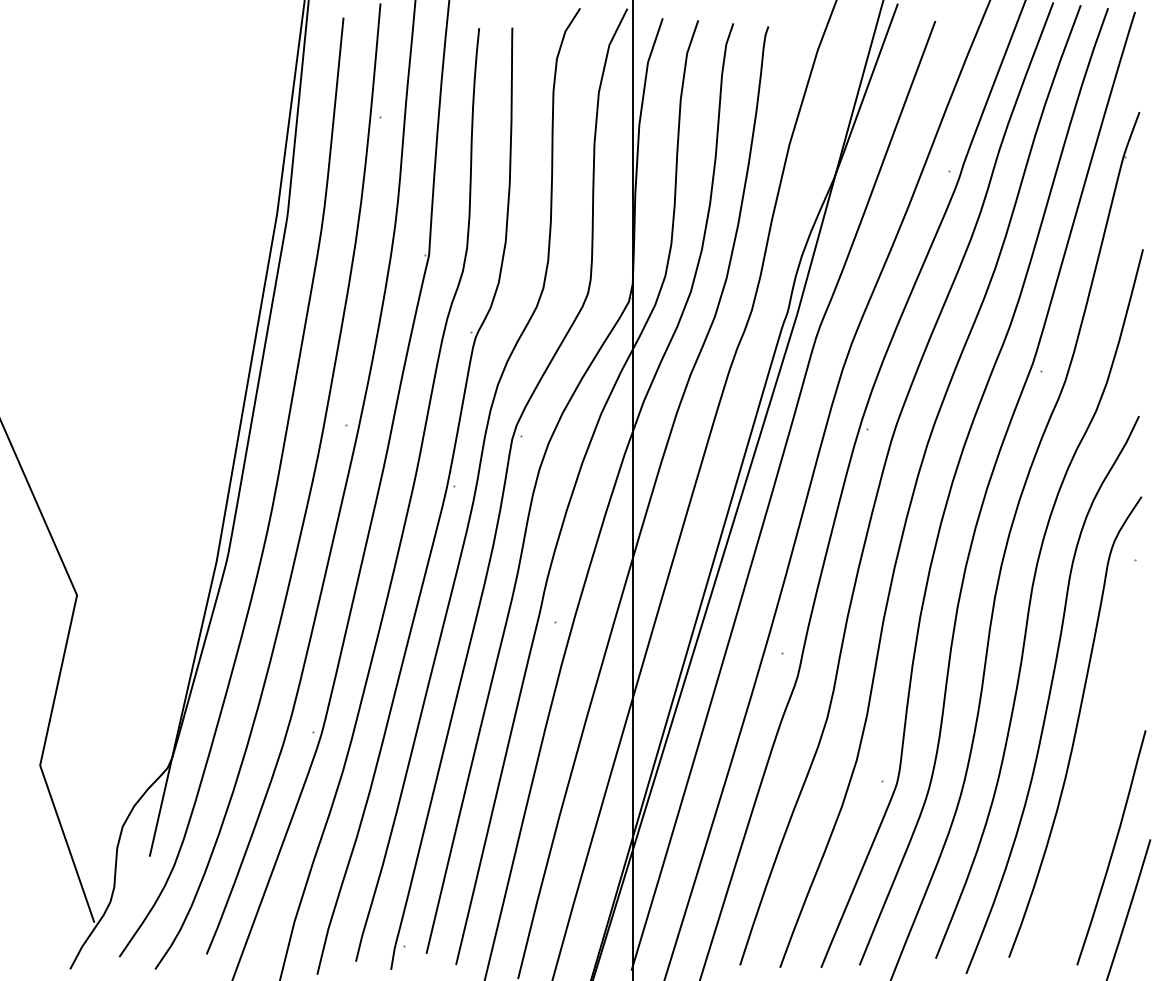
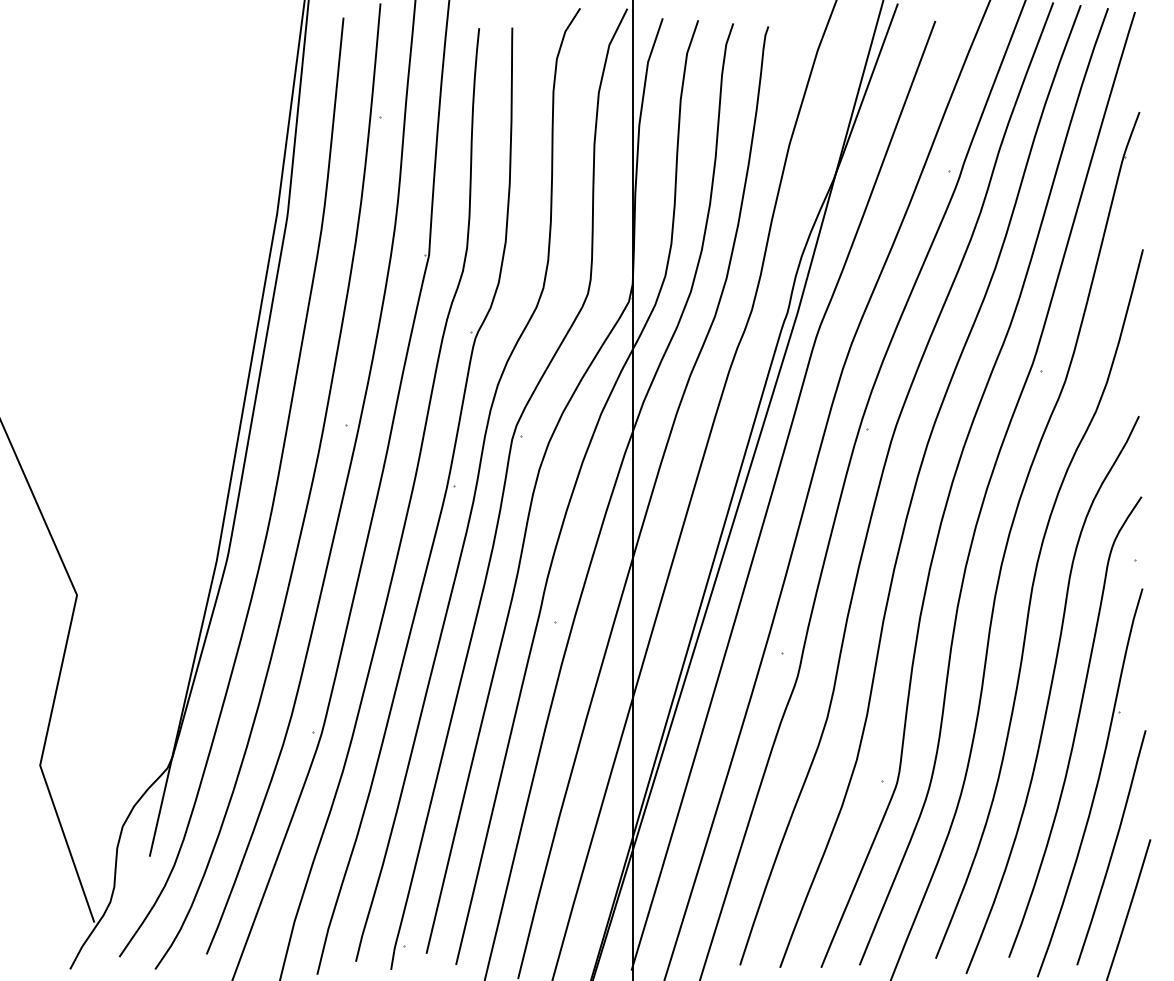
part at (1096, 782): none -> present
